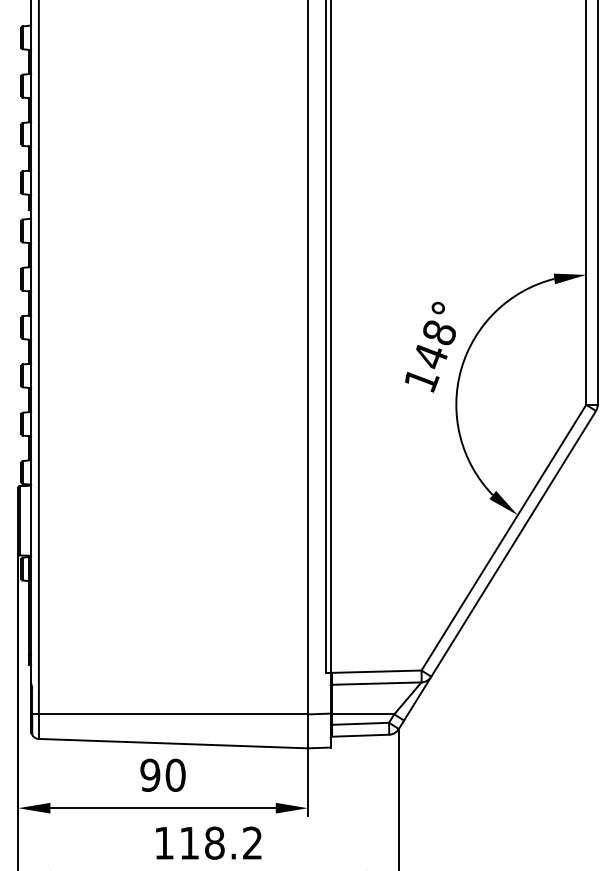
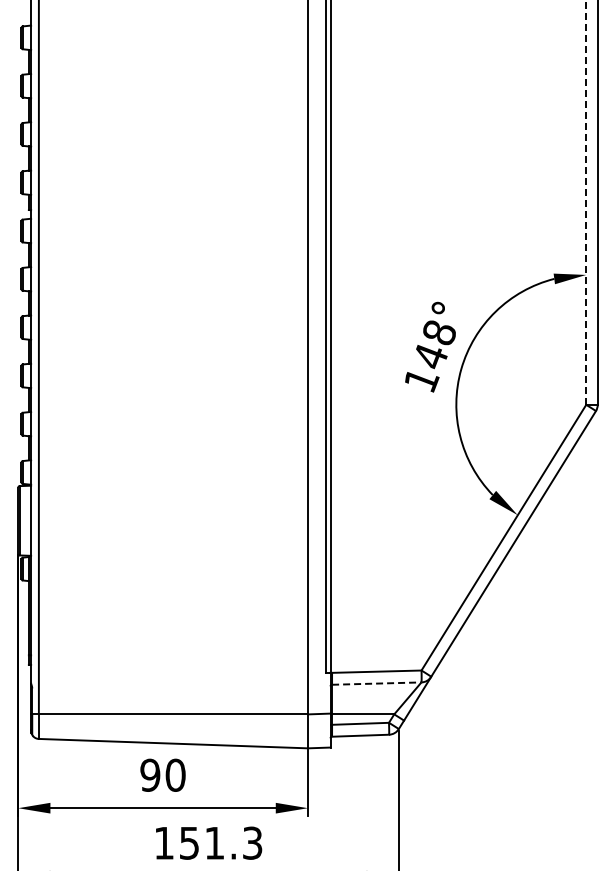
line at (586, 202): solid -> dashed
line at (376, 683): solid -> dashed
text at (221, 842): 118.2 -> 151.3
